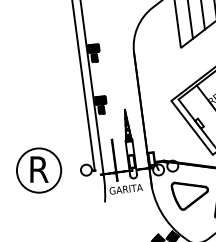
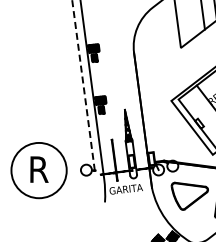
line at (190, 20): present -> none
line at (83, 85): solid -> dashed
circle at (38, 170) diameter: 44 px -> 55 px
